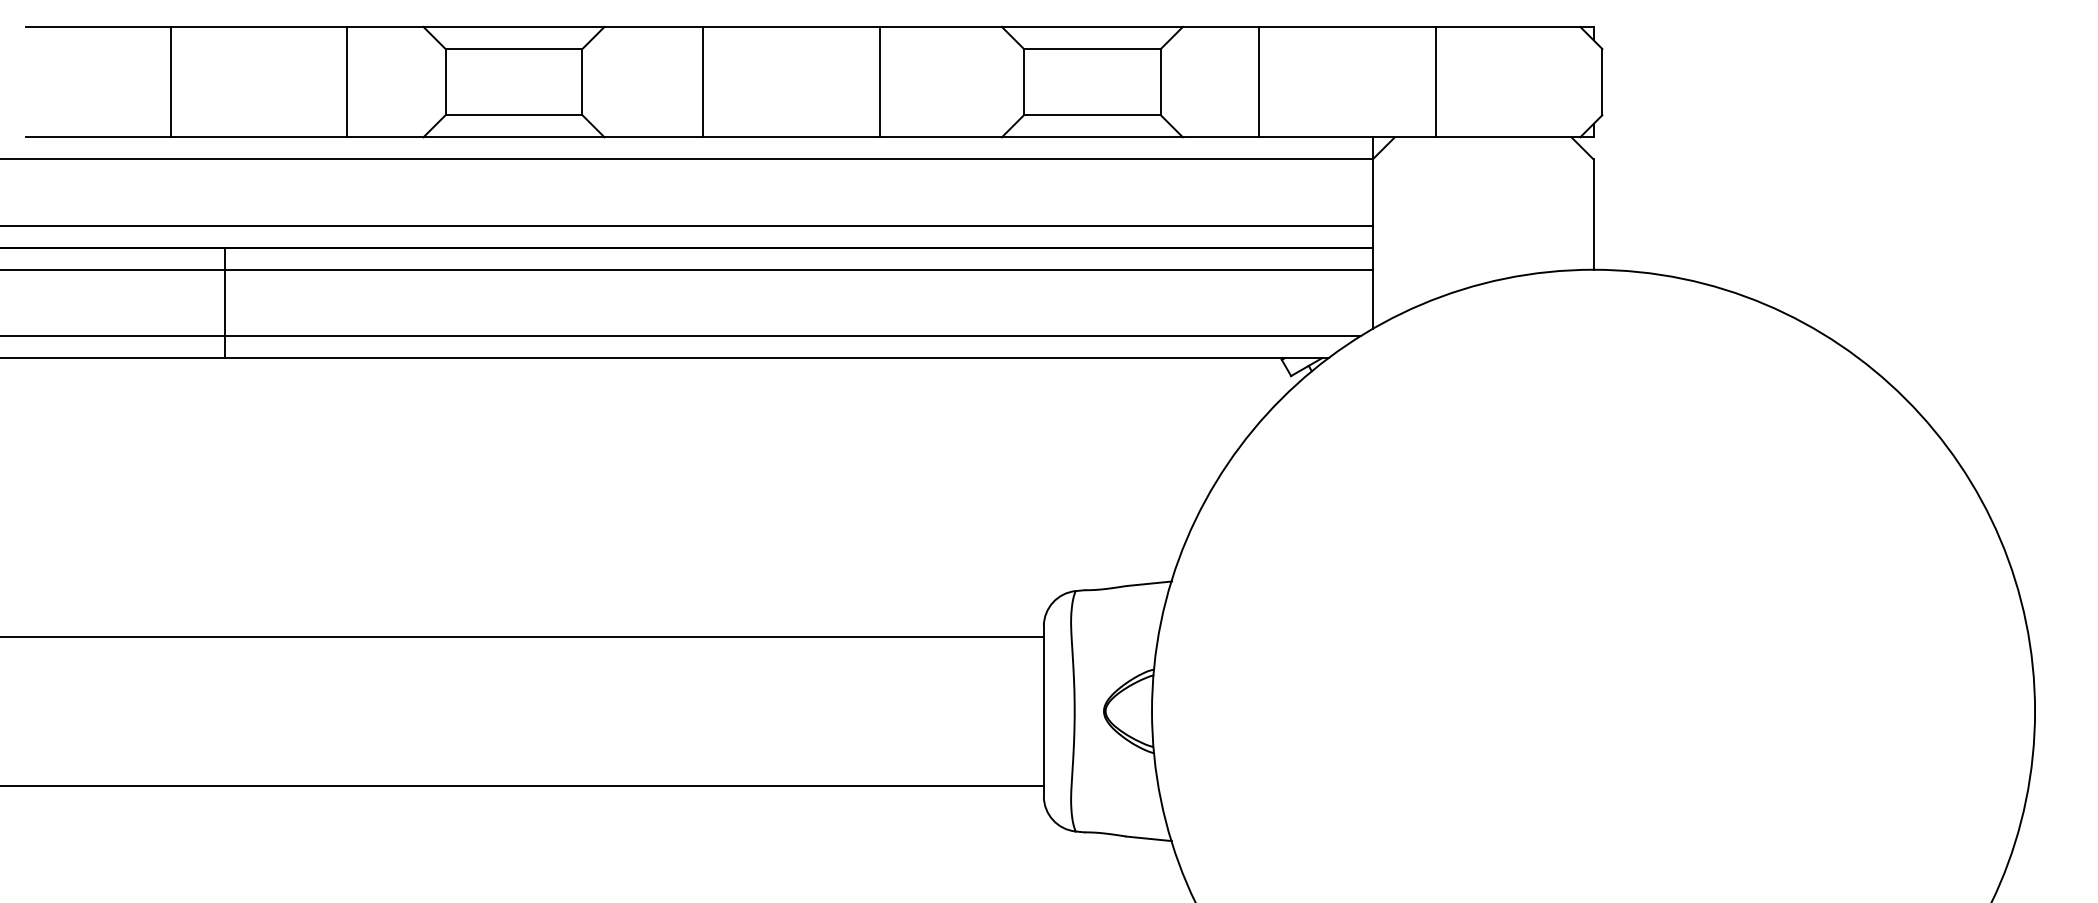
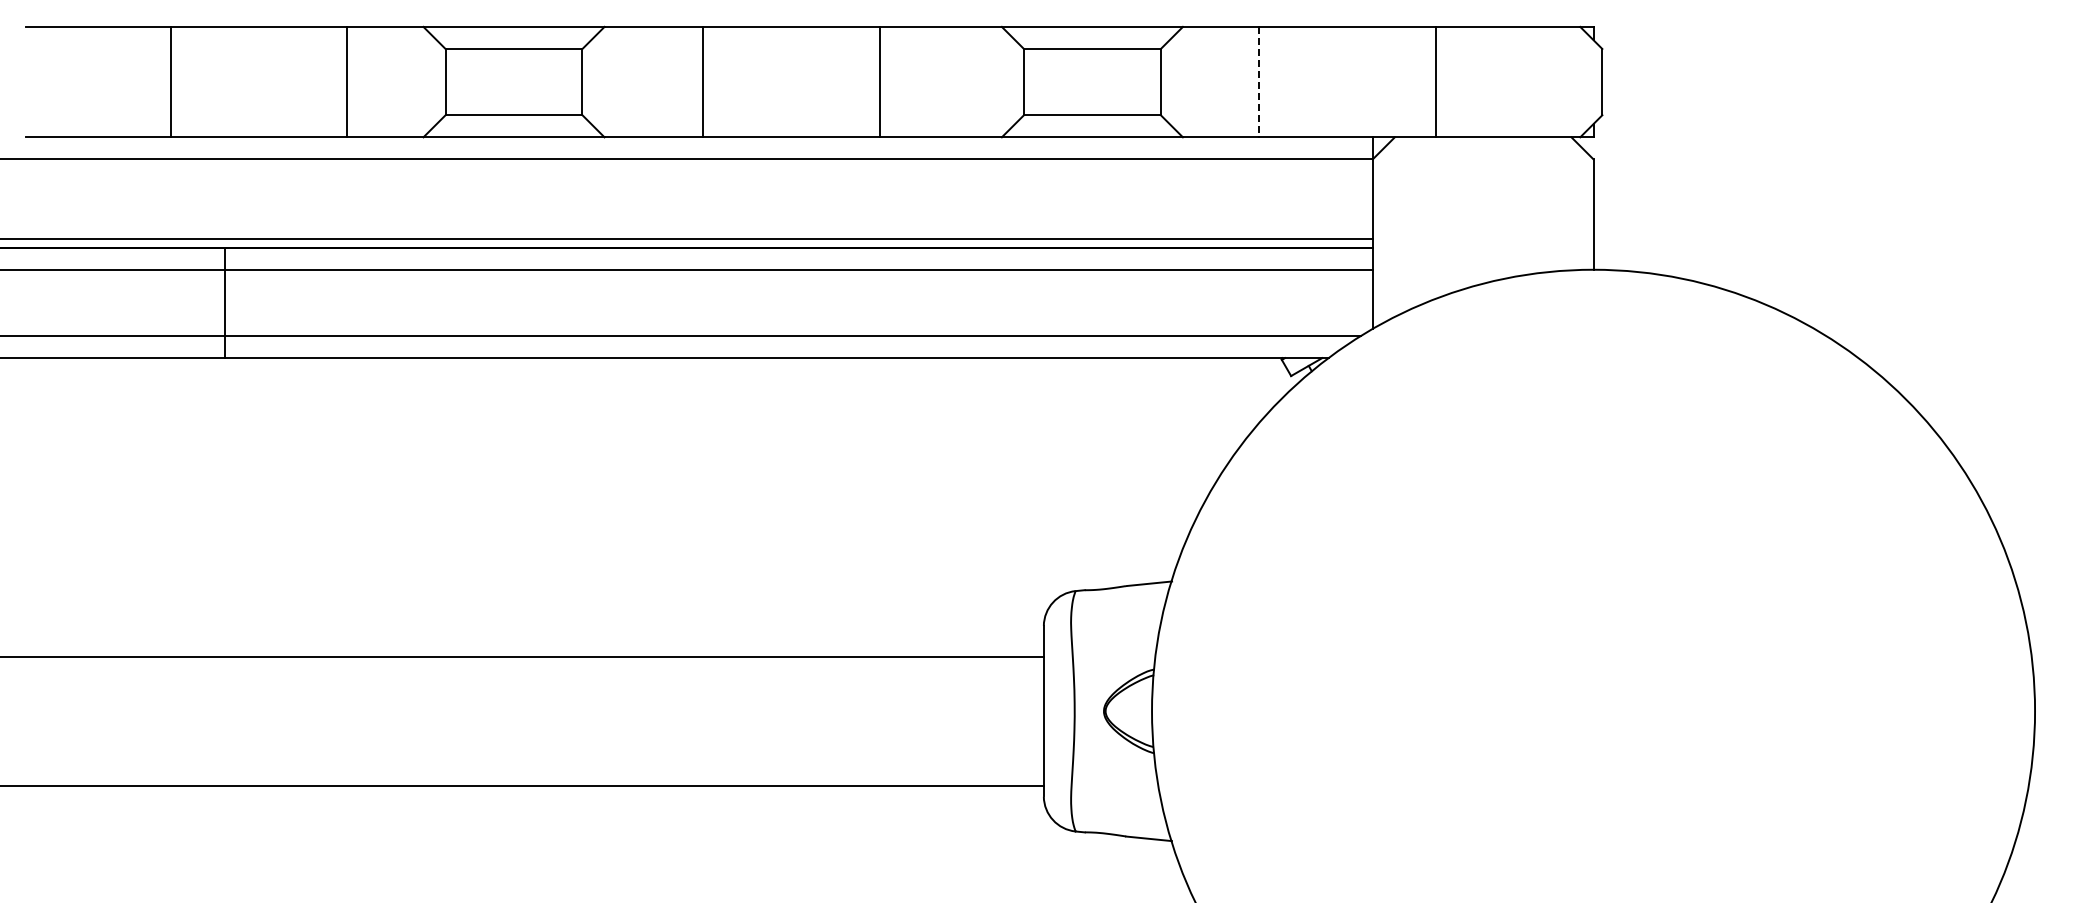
line at (1259, 82): solid -> dashed
line at (687, 225) position: (687, 225) -> (687, 238)
line at (522, 636) position: (522, 636) -> (522, 656)
